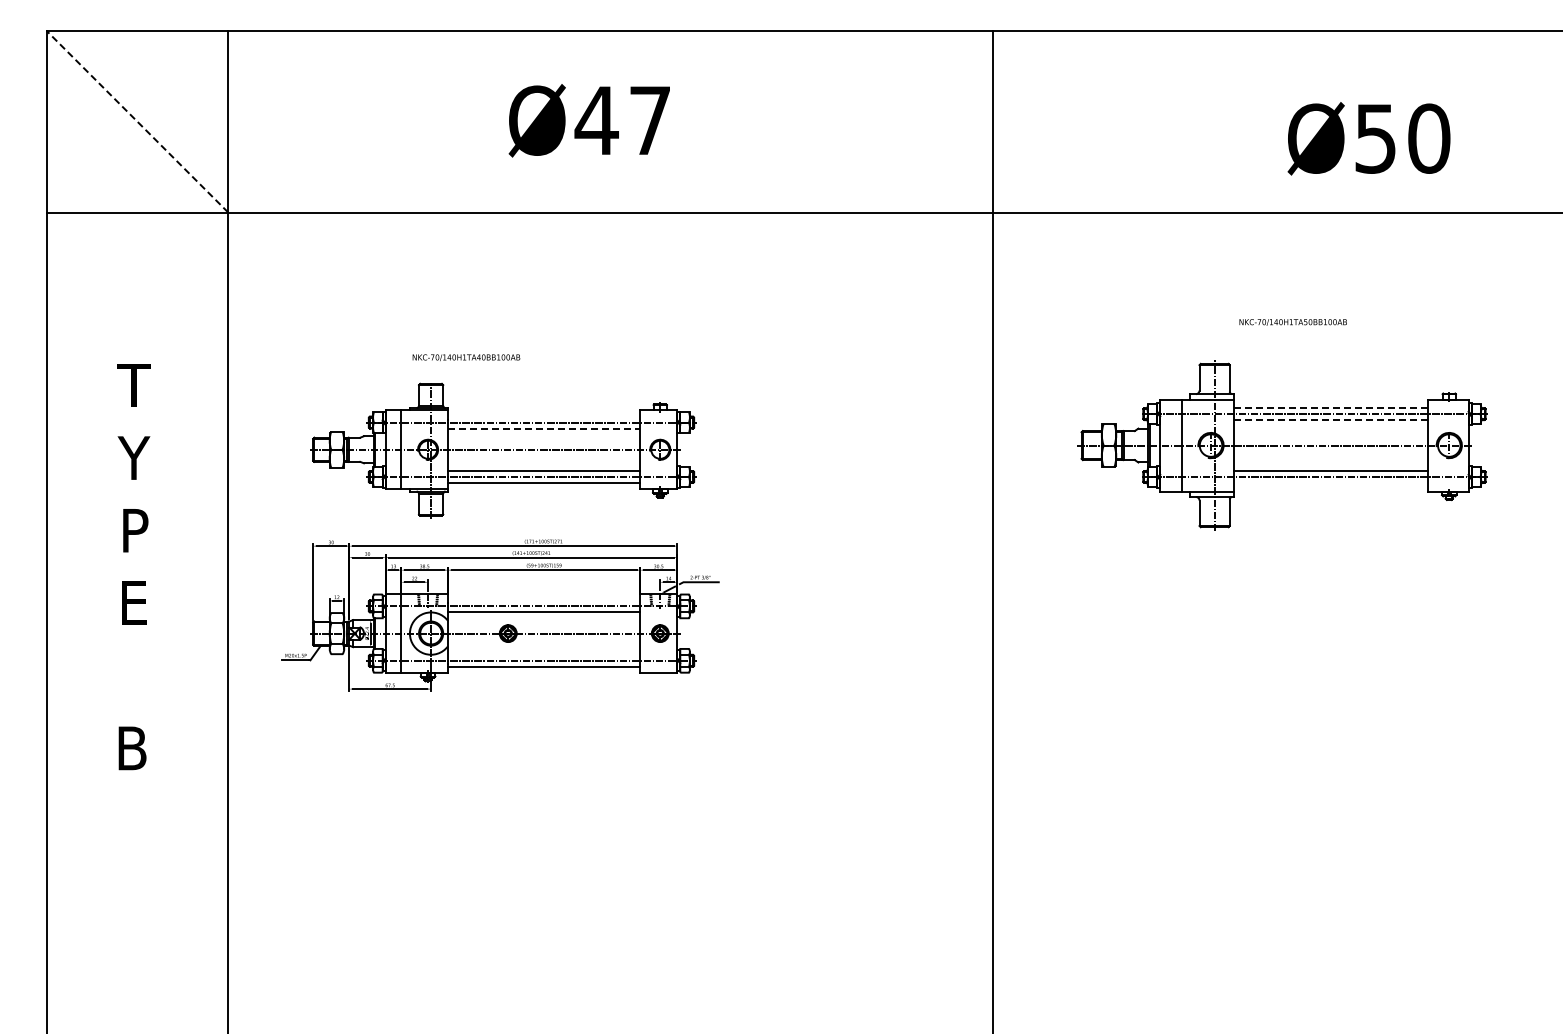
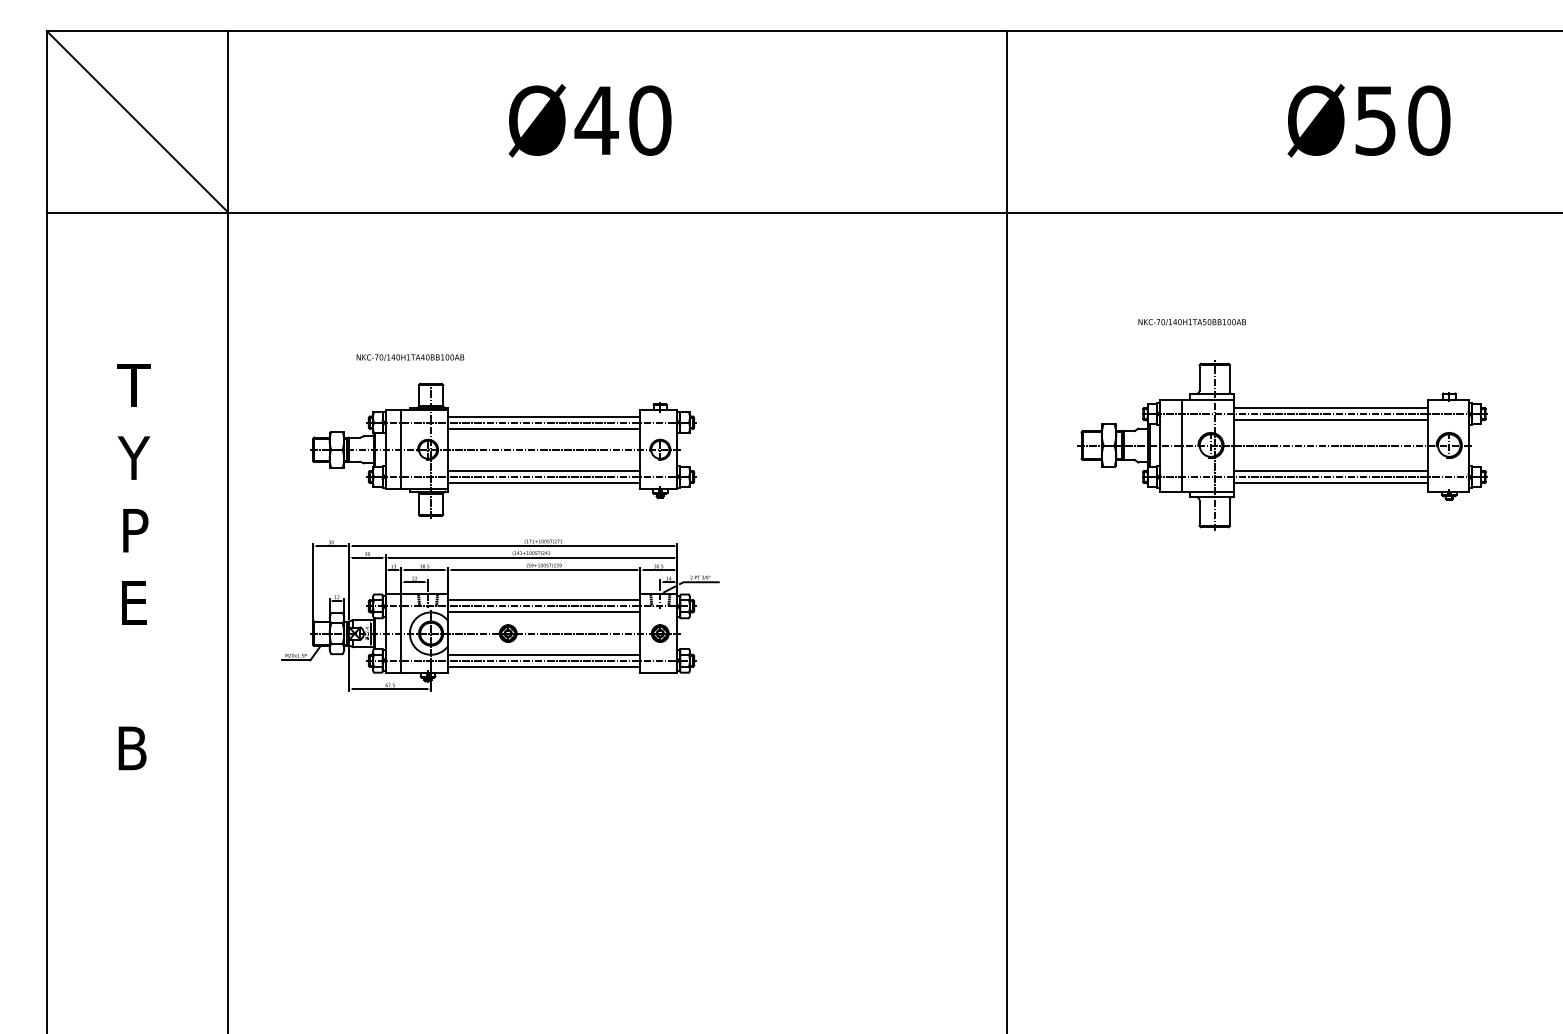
text at (650, 120): Ø47 -> Ø40
line at (137, 121): dashed -> solid
text at (1368, 138) position: (1368, 138) -> (1368, 120)
text at (1292, 322) position: (1292, 322) -> (1191, 322)
text at (466, 357) position: (466, 357) -> (410, 357)
line at (1330, 408): dashed -> solid
line at (544, 416): none -> present
line at (1330, 420): dashed -> solid
line at (544, 428): dashed -> solid
line at (1330, 483): none -> present
line at (993, 530) position: (993, 530) -> (1007, 530)
line at (544, 600): none -> present
line at (544, 654): none -> present
